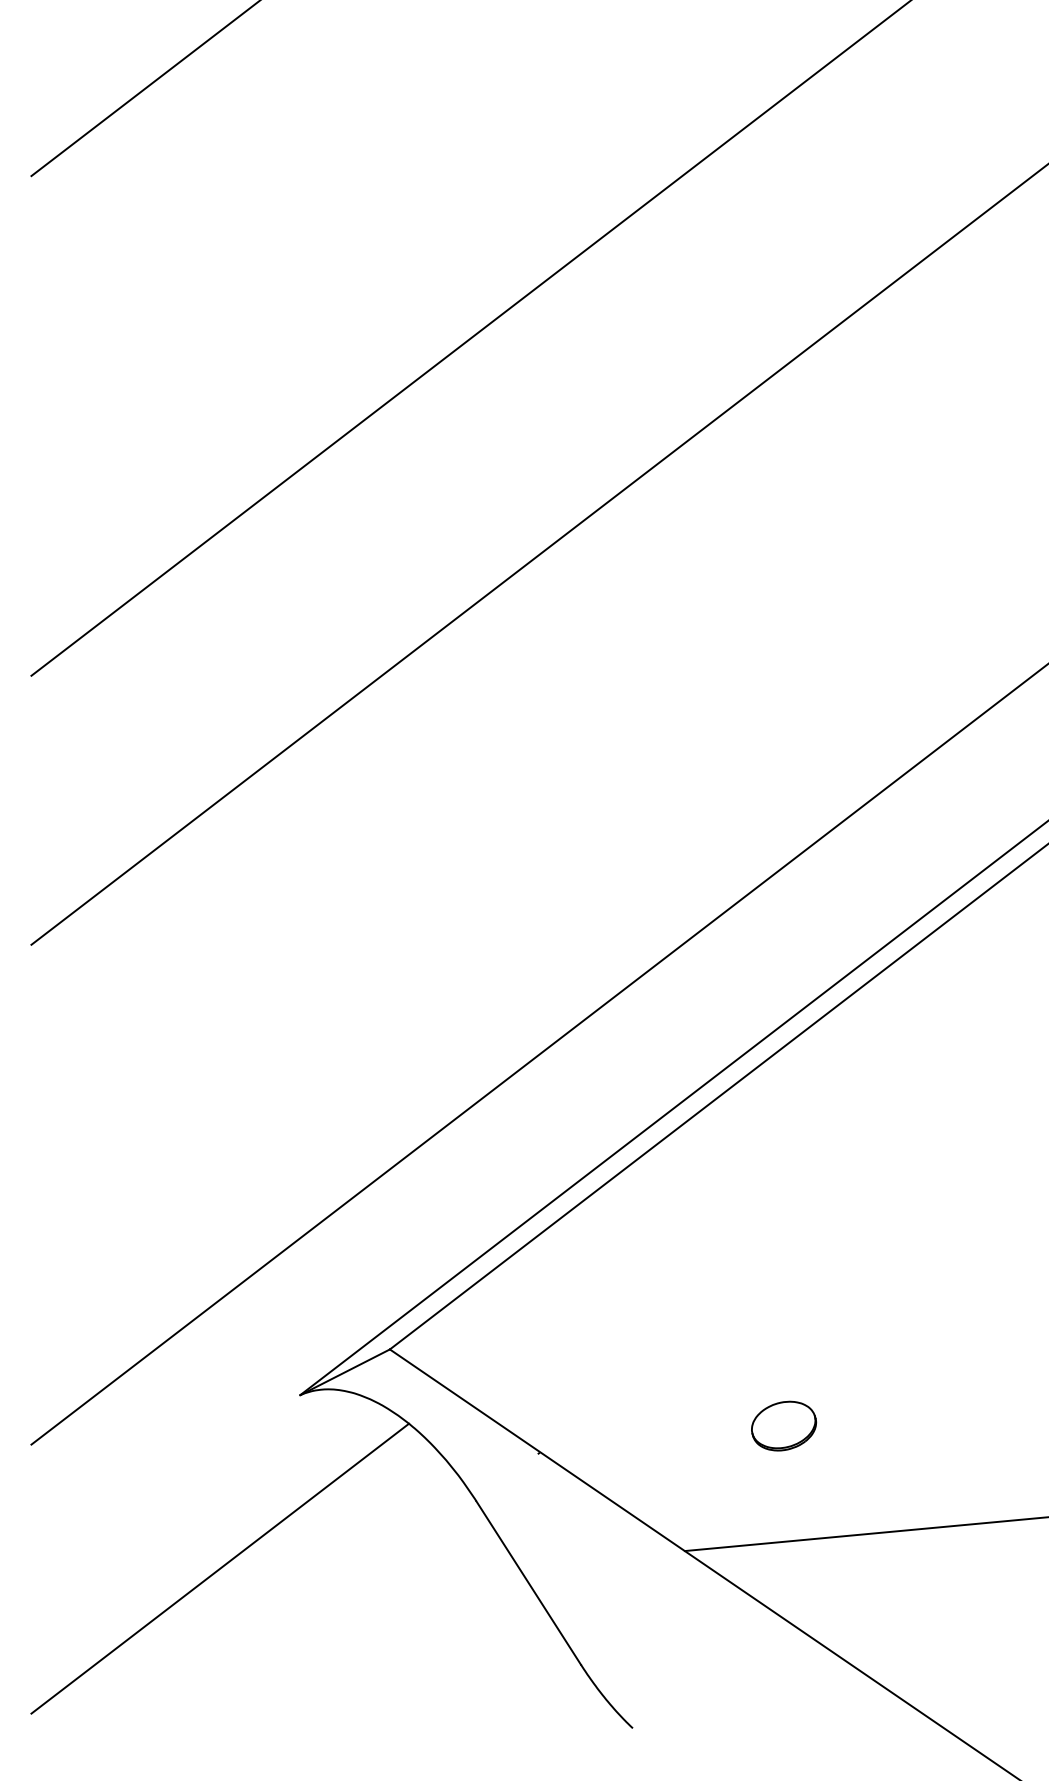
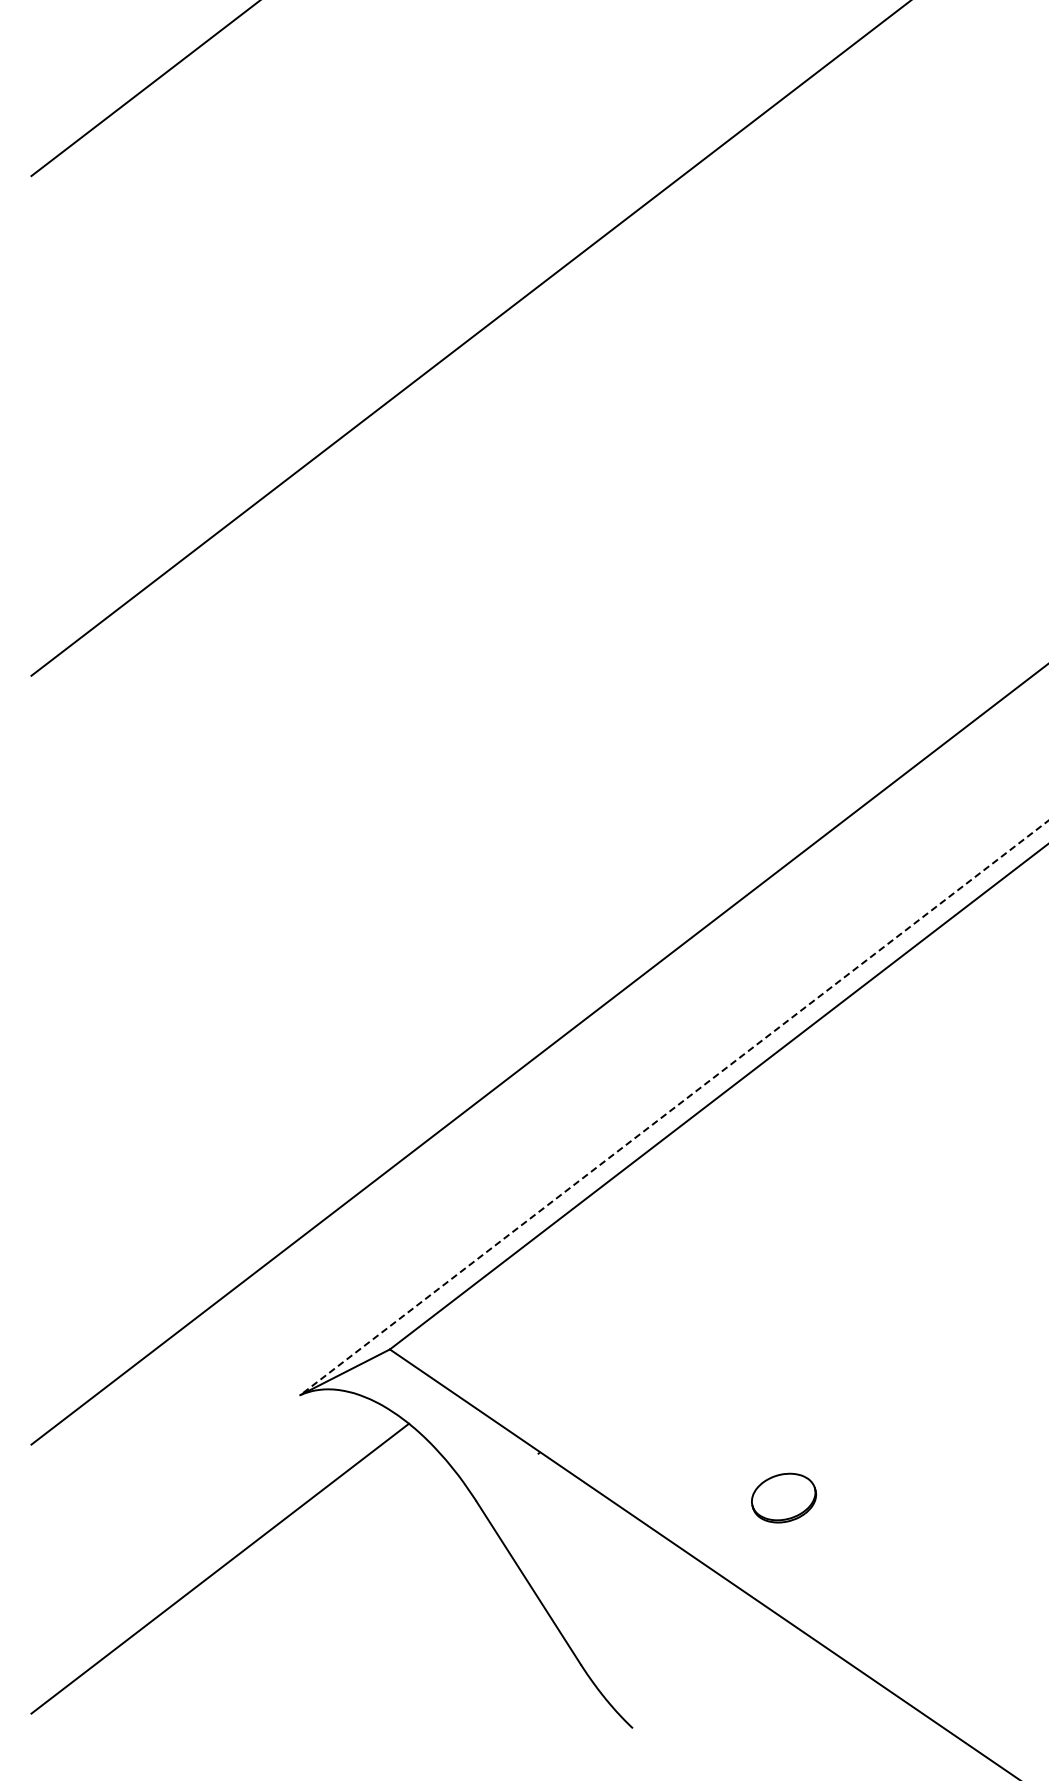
line at (538, 555): present -> none
line at (674, 1107): solid -> dashed
part at (784, 1425) position: (784, 1425) -> (784, 1497)
line at (864, 1534): present -> none
